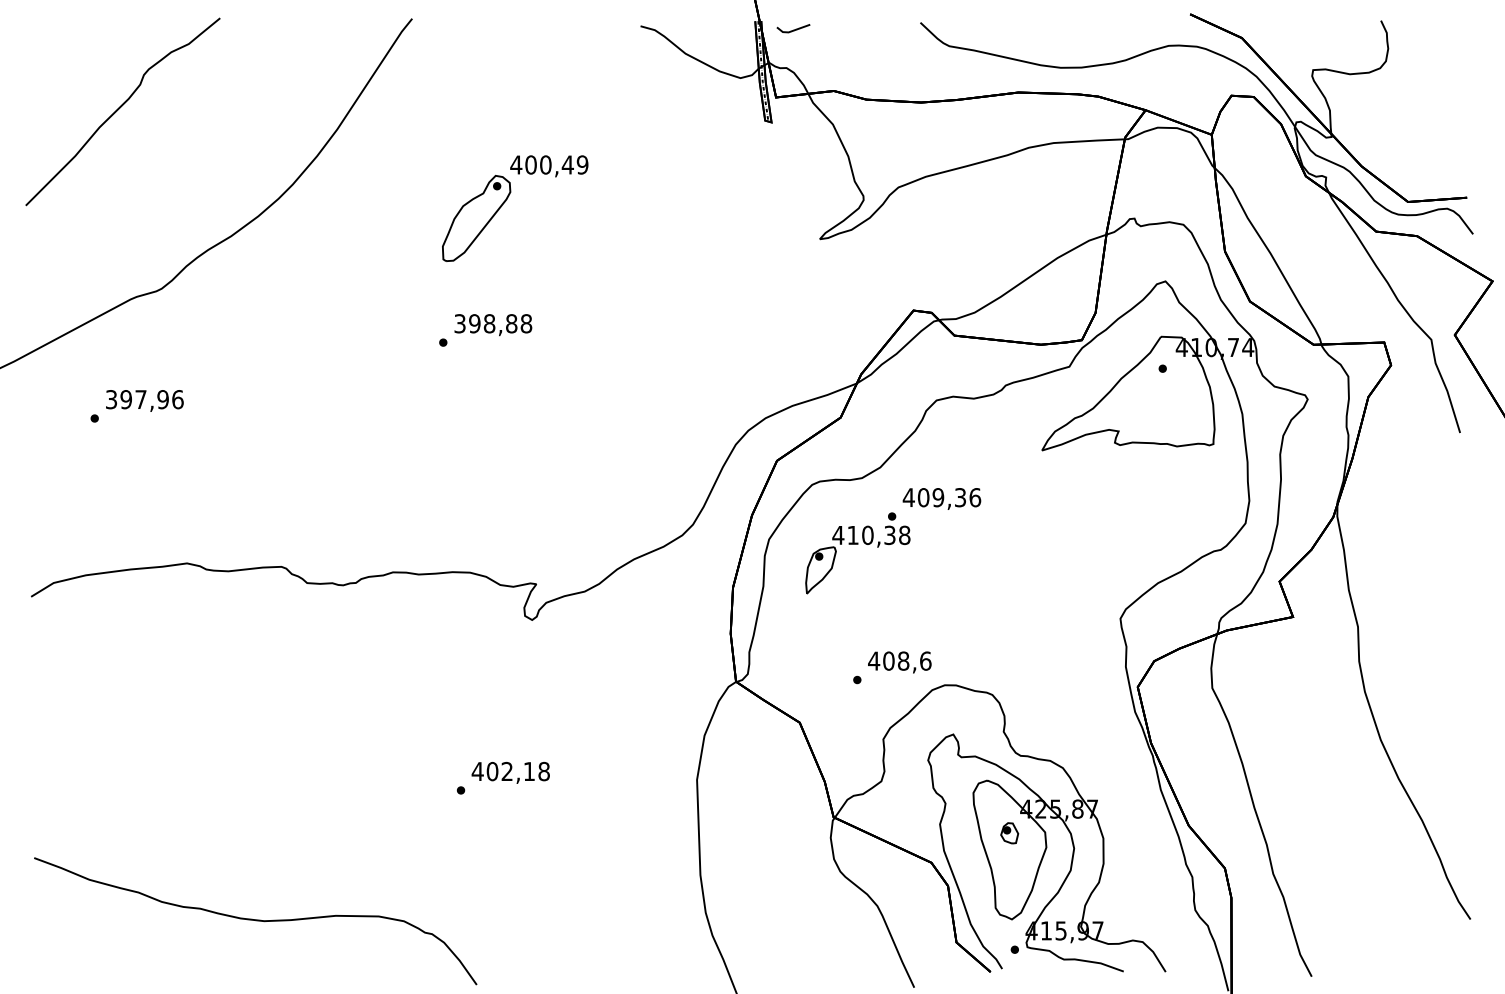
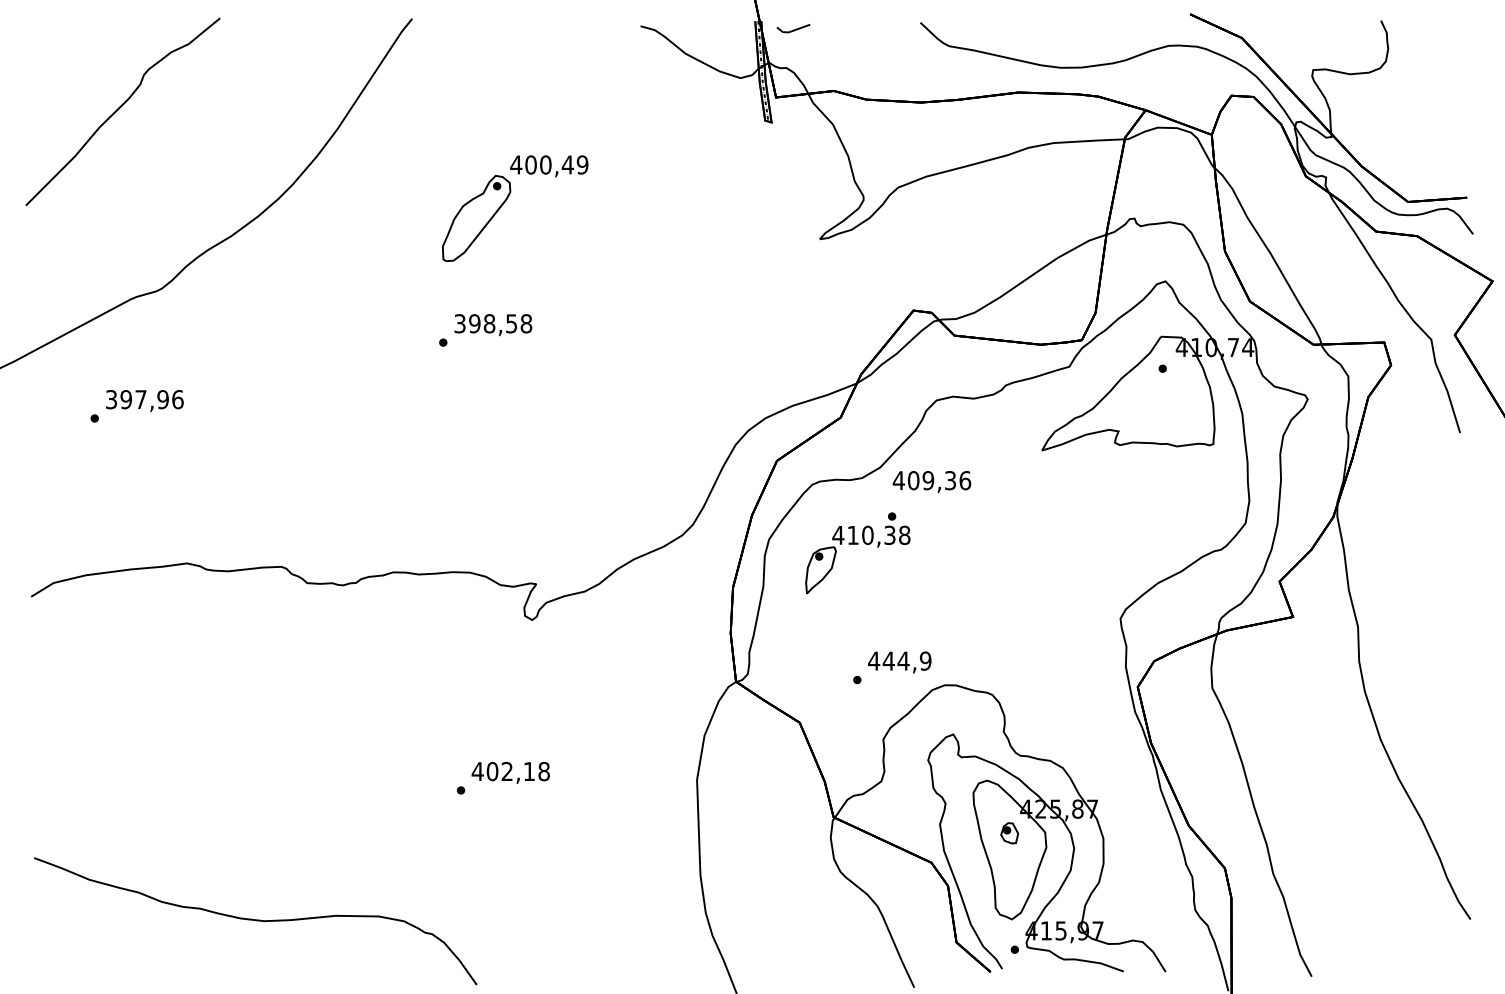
text at (511, 323): 398,88 -> 398,58
text at (941, 498) position: (941, 498) -> (931, 481)
text at (906, 660): 408,6 -> 444,9
